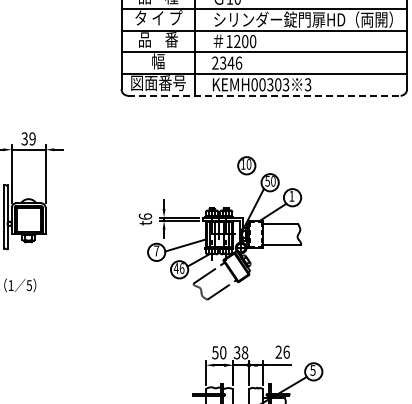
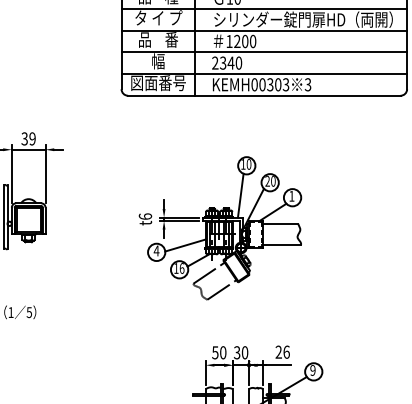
text at (238, 62): 2346 -> 2340
line at (264, 95): dashed -> solid
text at (267, 181): 50 -> 20
line at (240, 195): none -> present
text at (156, 250): 7 -> 4
text at (175, 268): 46 -> 16
text at (20, 285) position: (20, 285) -> (20, 312)
text at (244, 352): 38 -> 30
text at (312, 370): 5 -> 9
